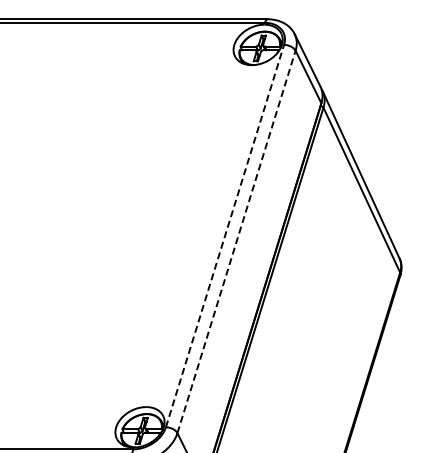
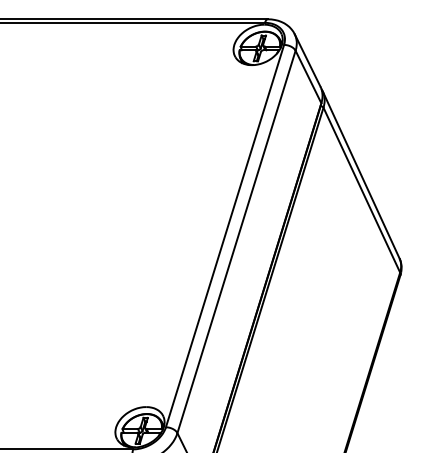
line at (225, 235): dashed -> solid
line at (236, 241): dashed -> solid
